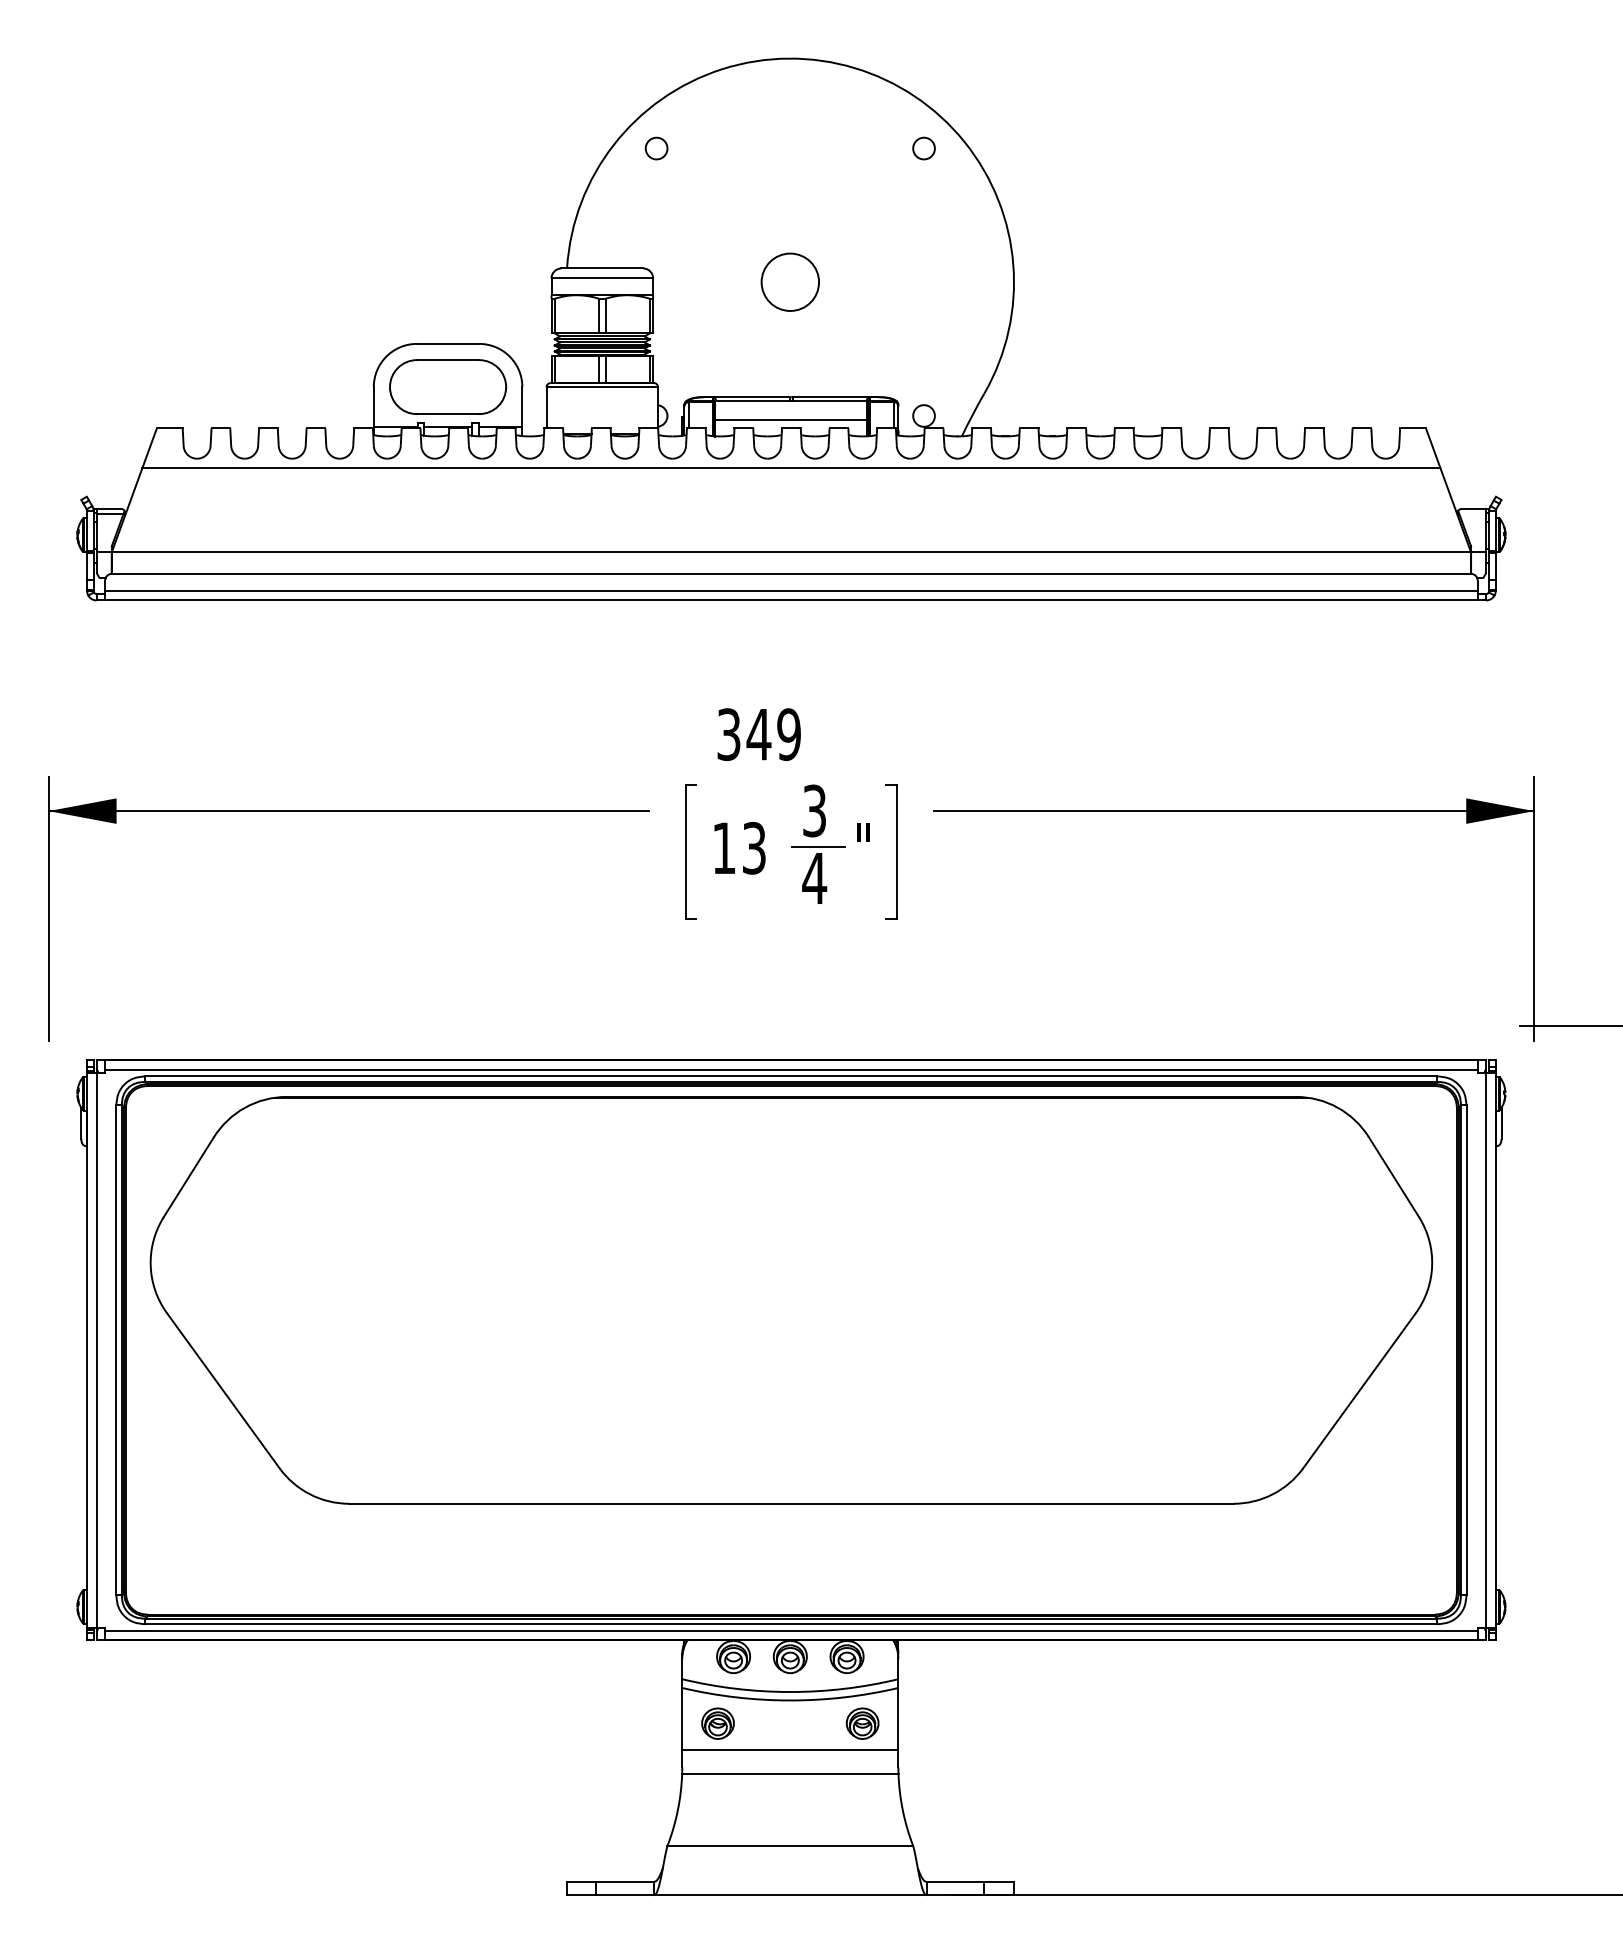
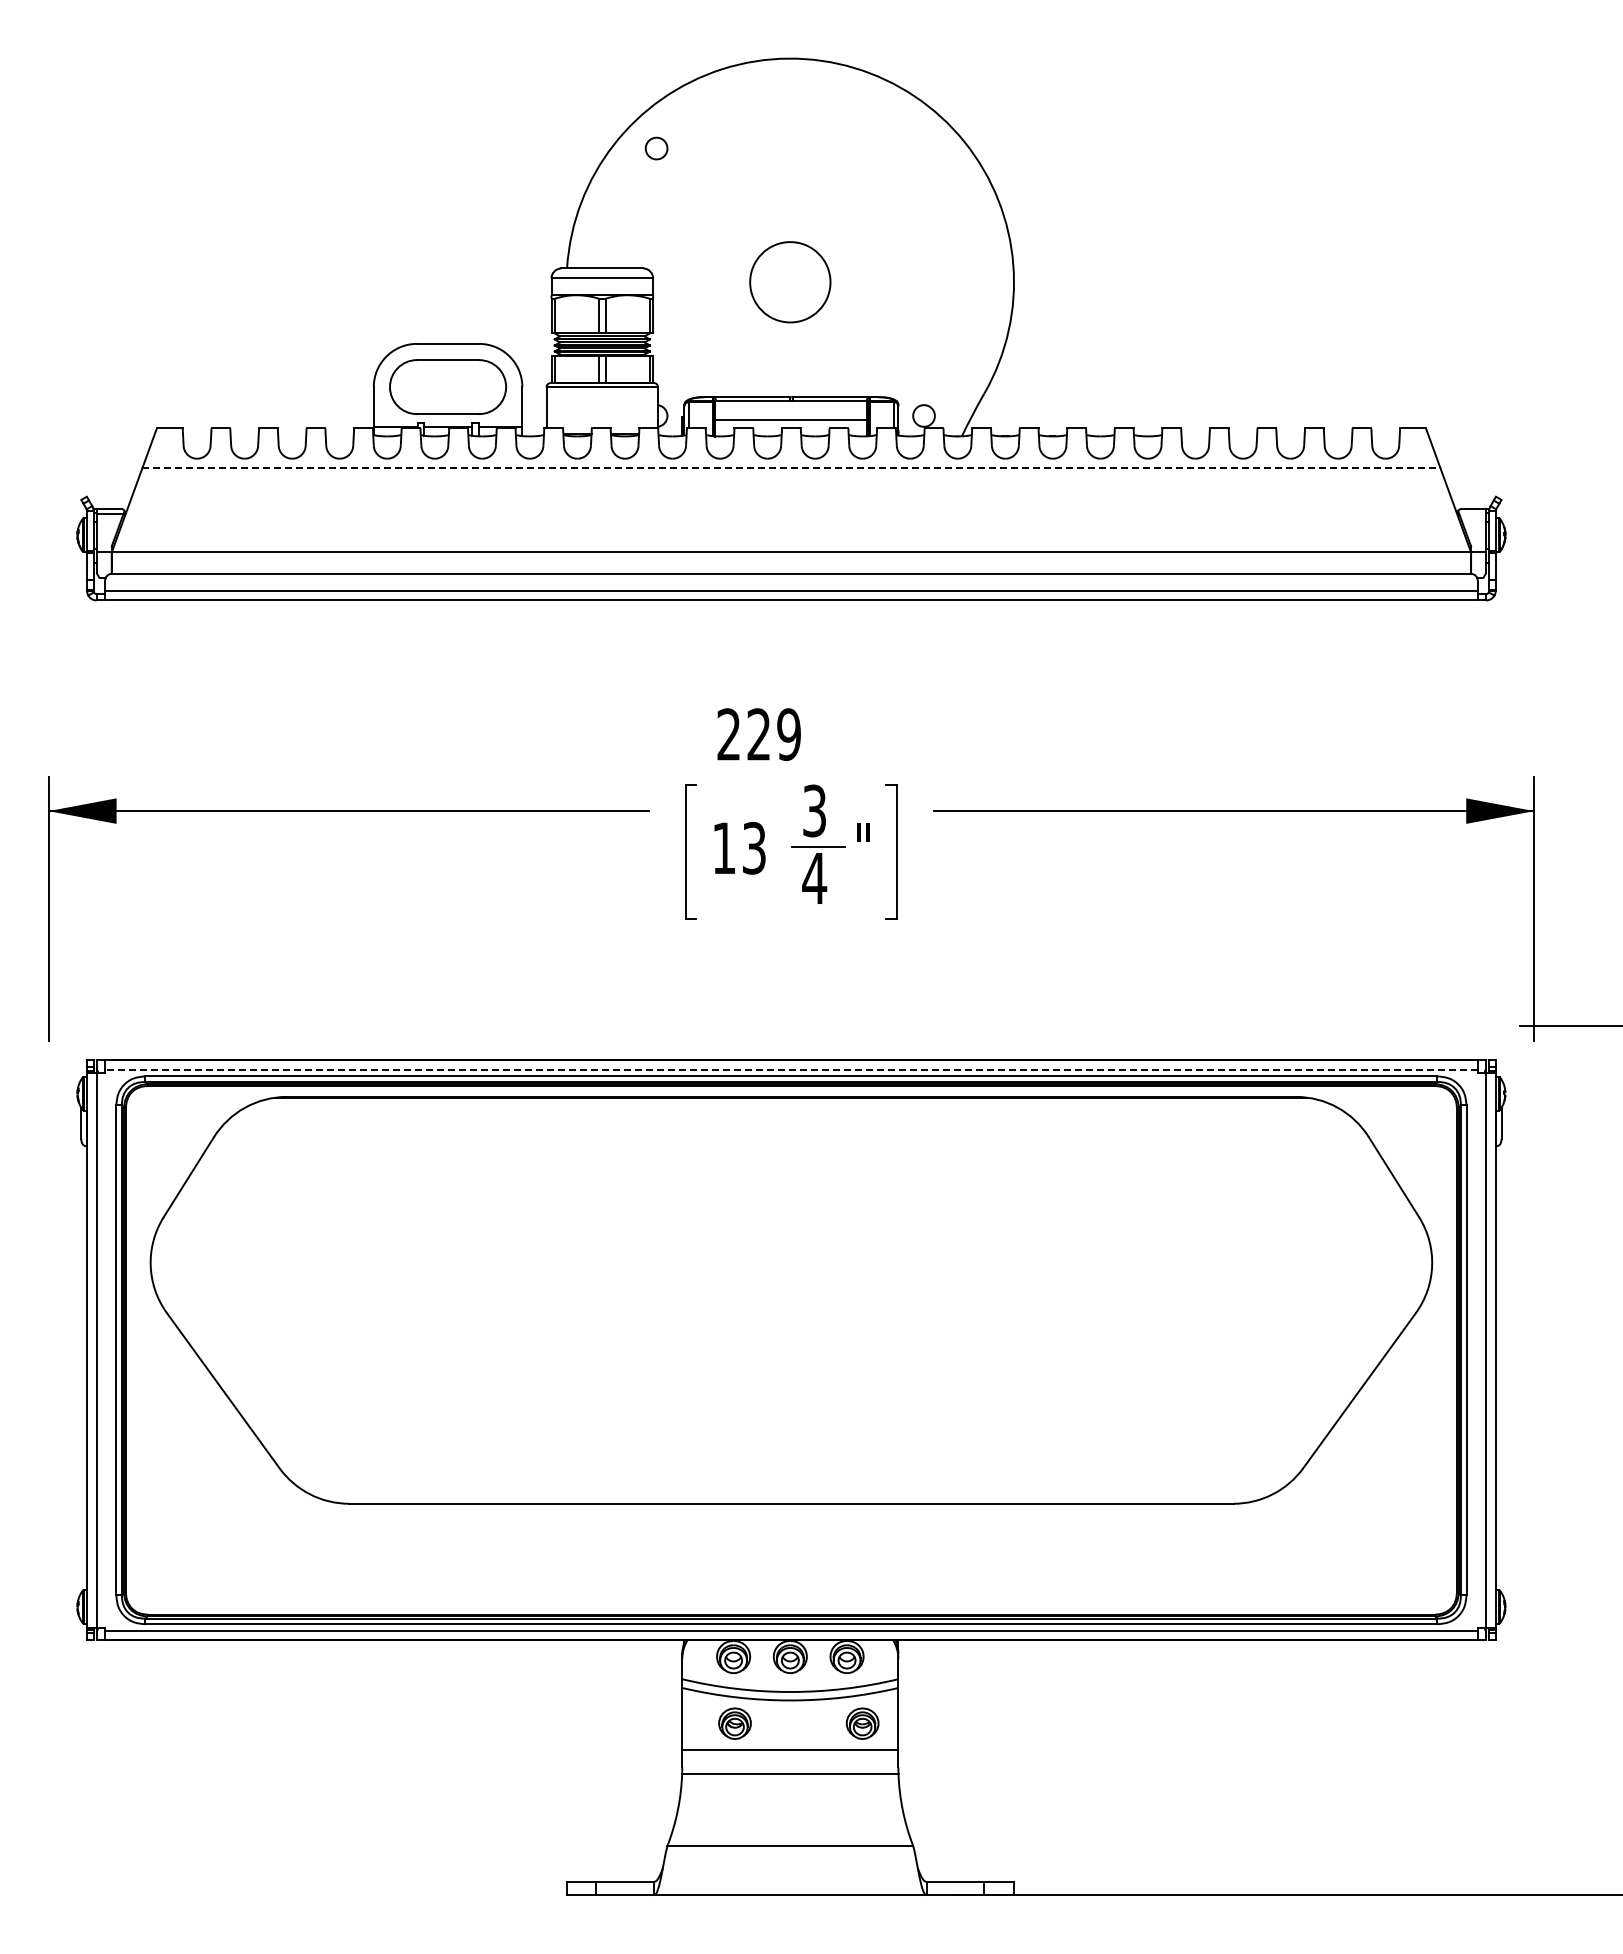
circle at (923, 148): present -> none
circle at (790, 281) diameter: 57 px -> 80 px
line at (791, 468): solid -> dashed
text at (744, 734): 349 -> 229
line at (790, 1069): solid -> dashed
part at (717, 1723) position: (717, 1723) -> (734, 1723)
